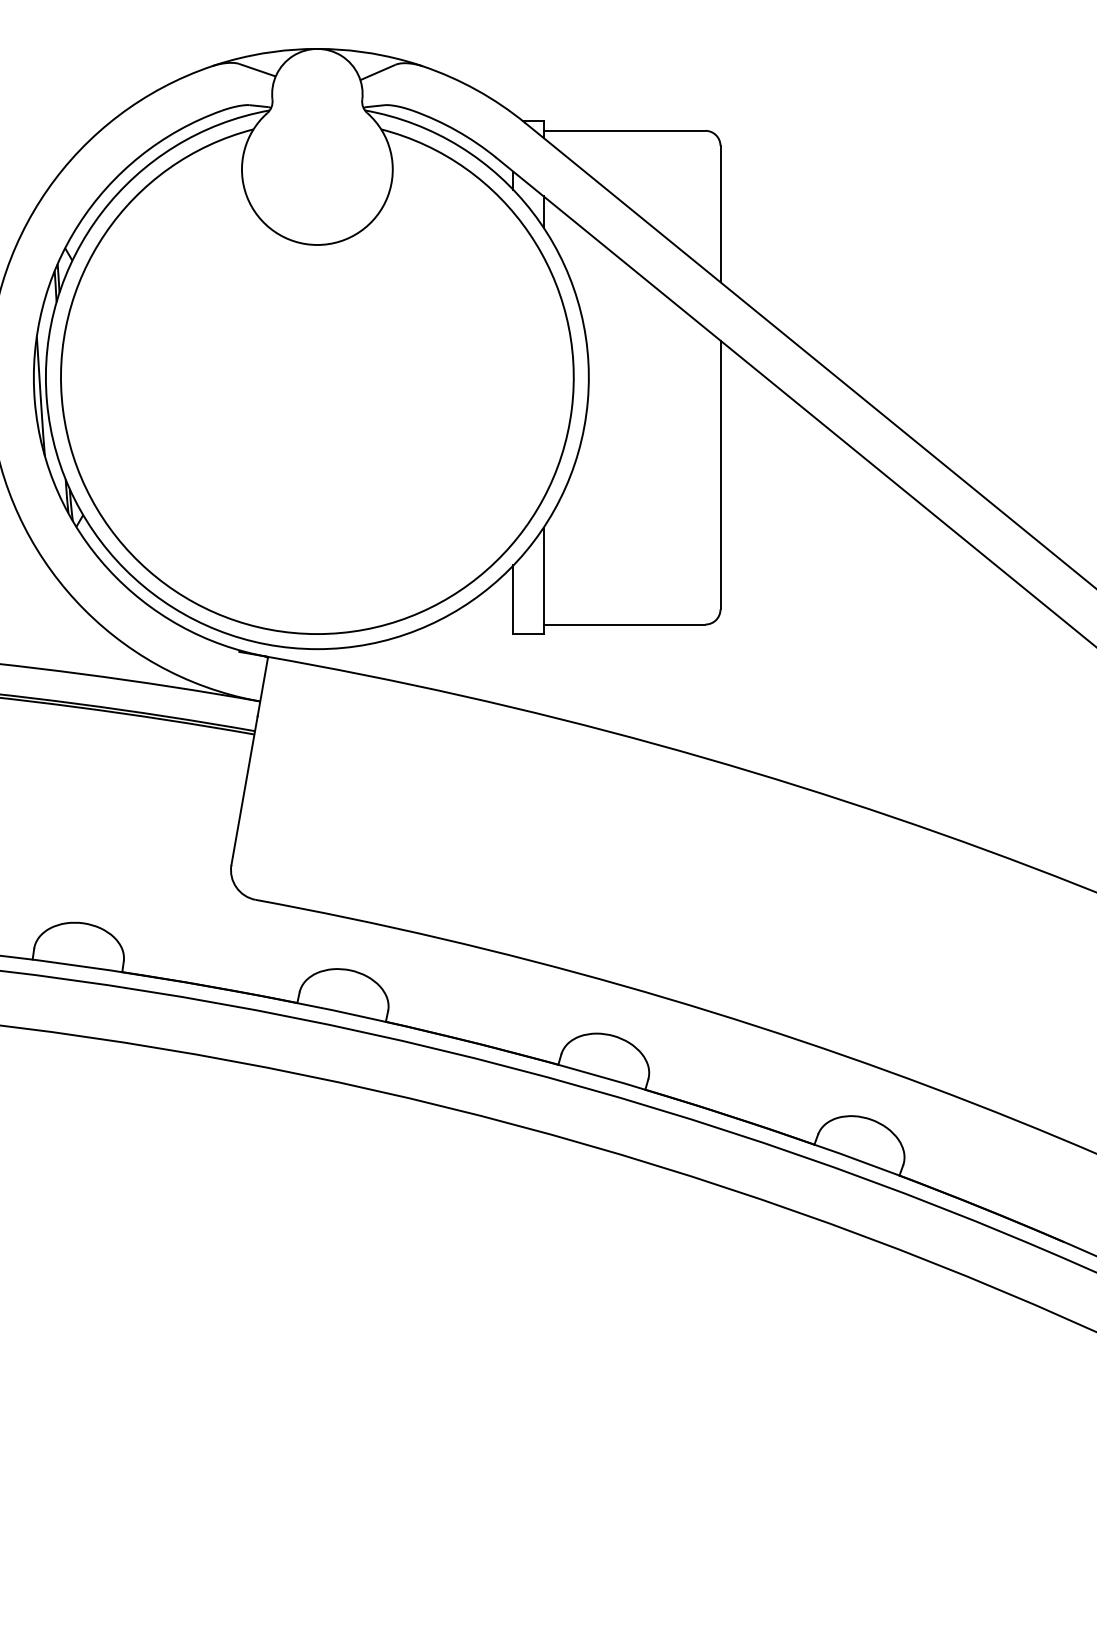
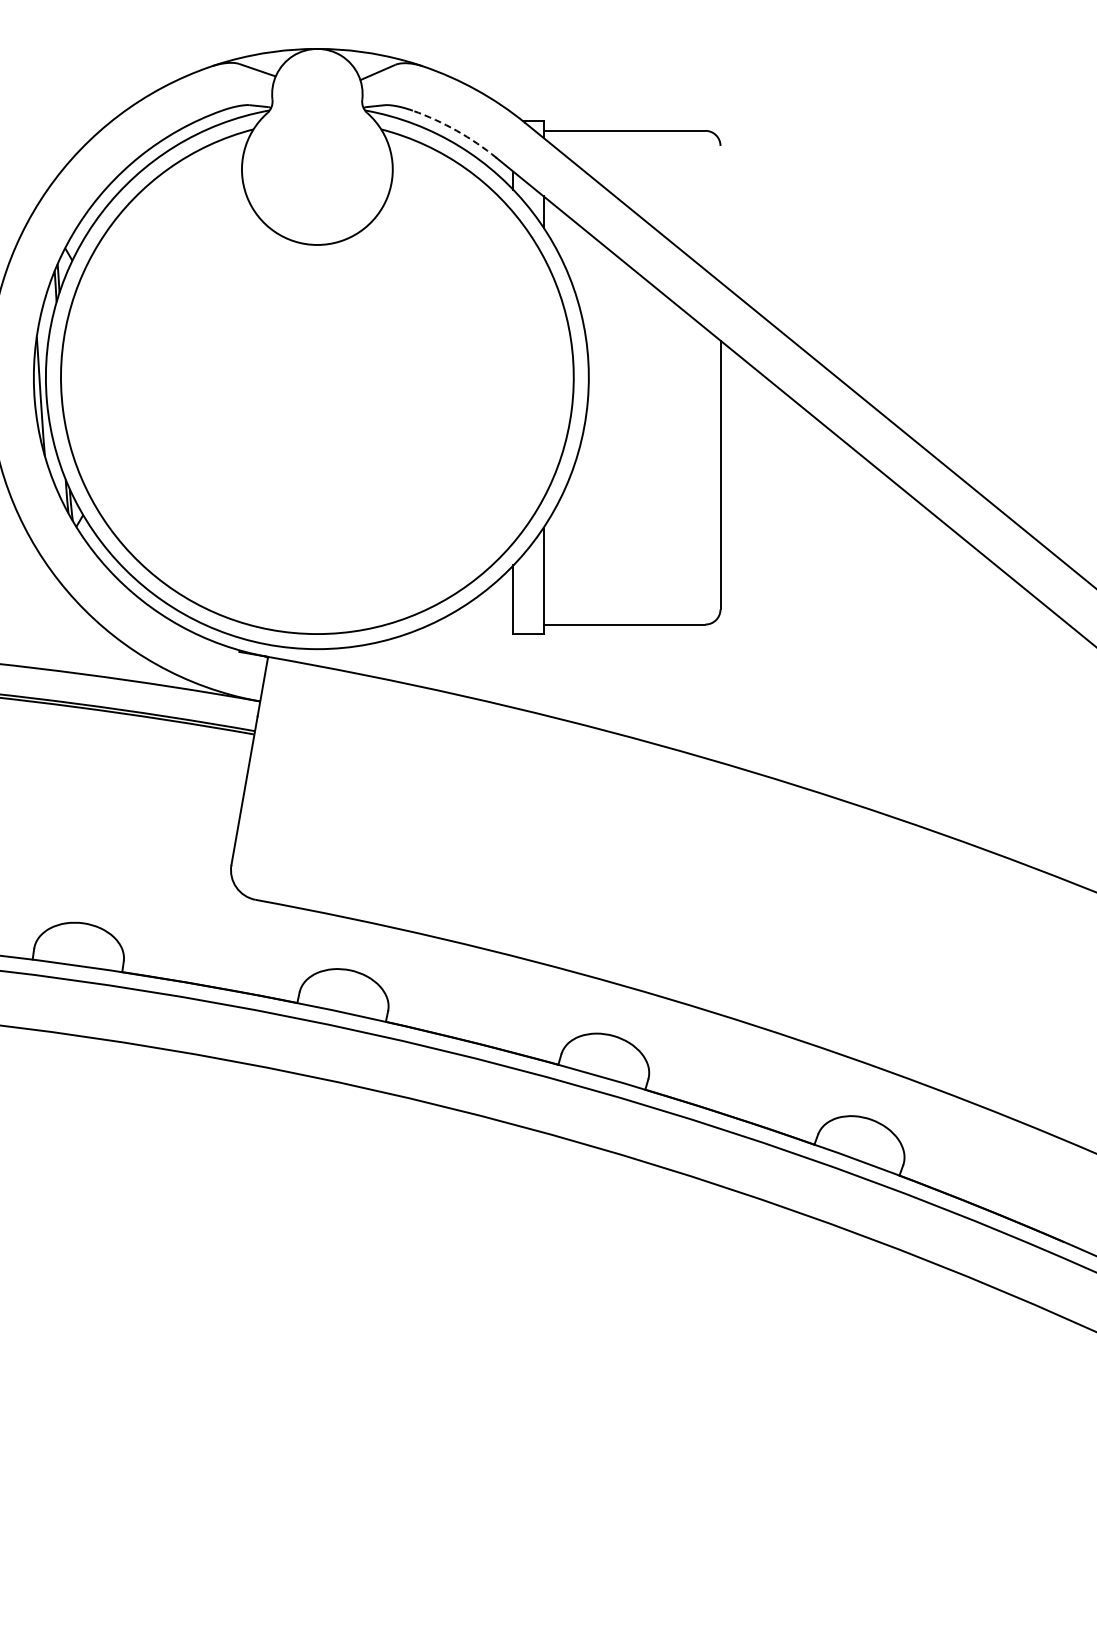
arc at (456, 130): solid -> dashed
line at (720, 213): present -> none
